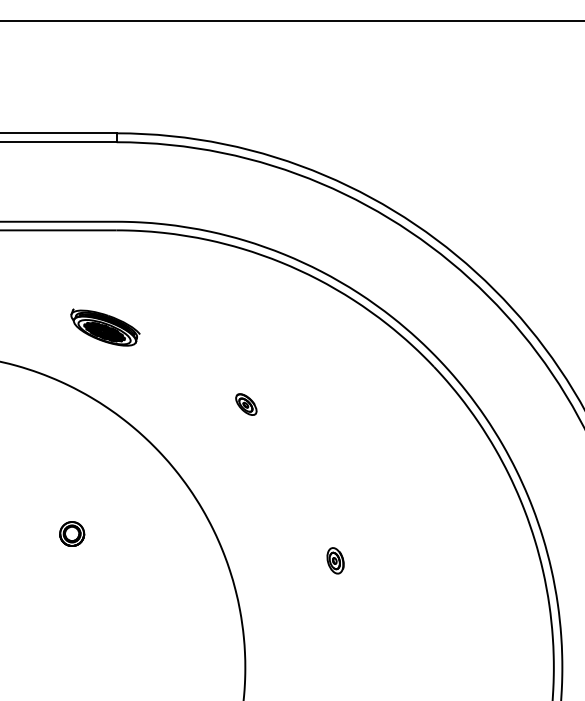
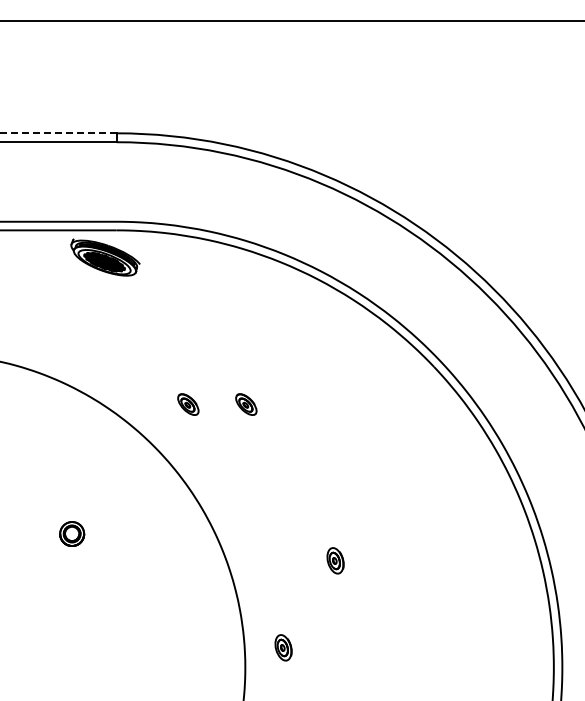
line at (58, 133): solid -> dashed
part at (105, 327) position: (105, 327) -> (105, 257)
part at (188, 404): none -> present
part at (283, 647): none -> present
